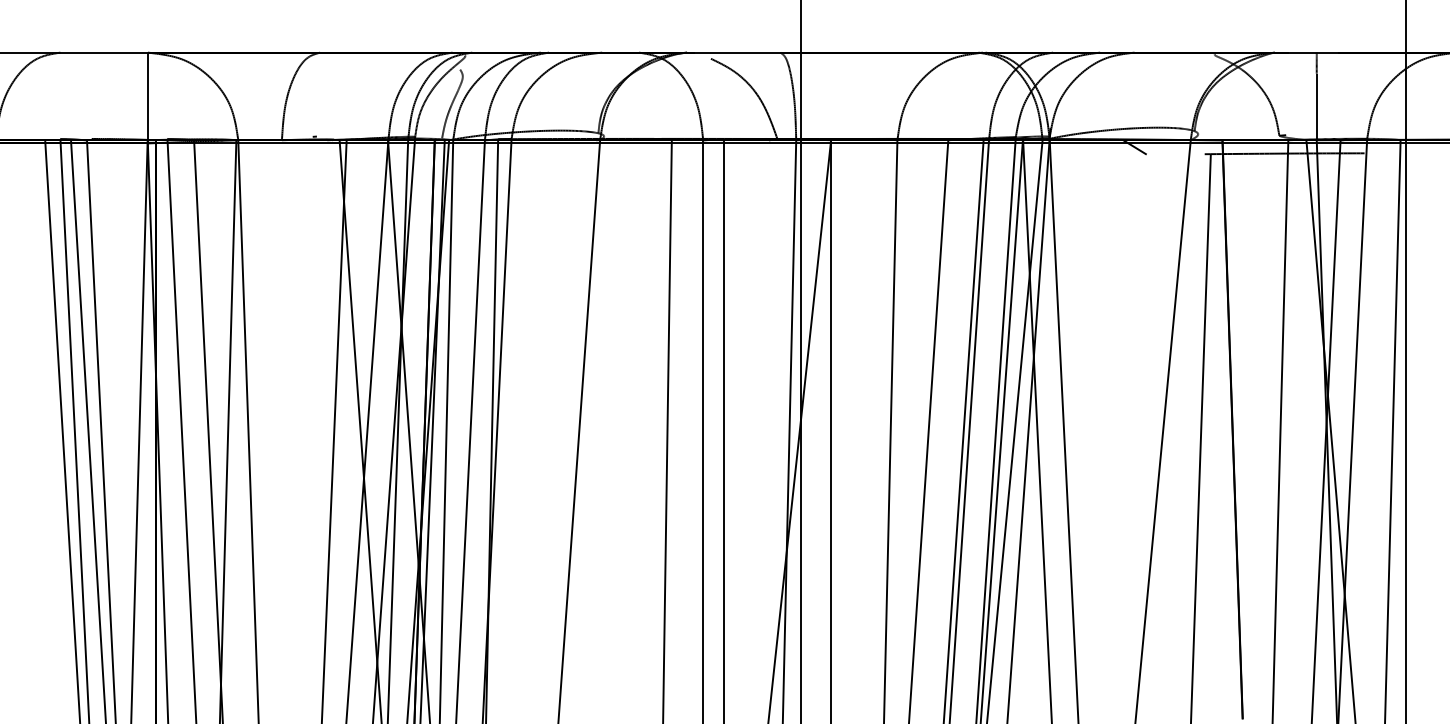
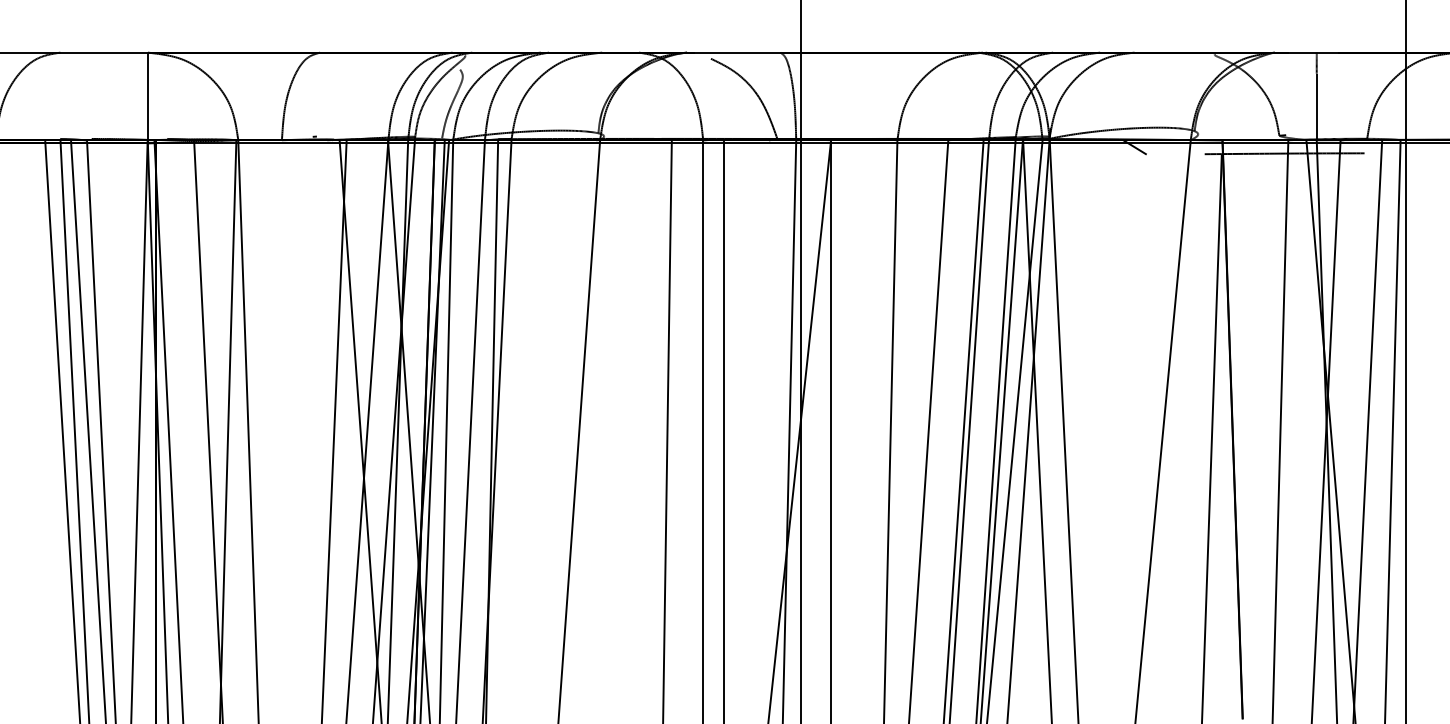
line at (181, 429) position: (181, 429) -> (168, 429)
line at (1352, 429) position: (1352, 429) -> (1367, 429)
line at (1200, 437) position: (1200, 437) -> (1211, 437)
